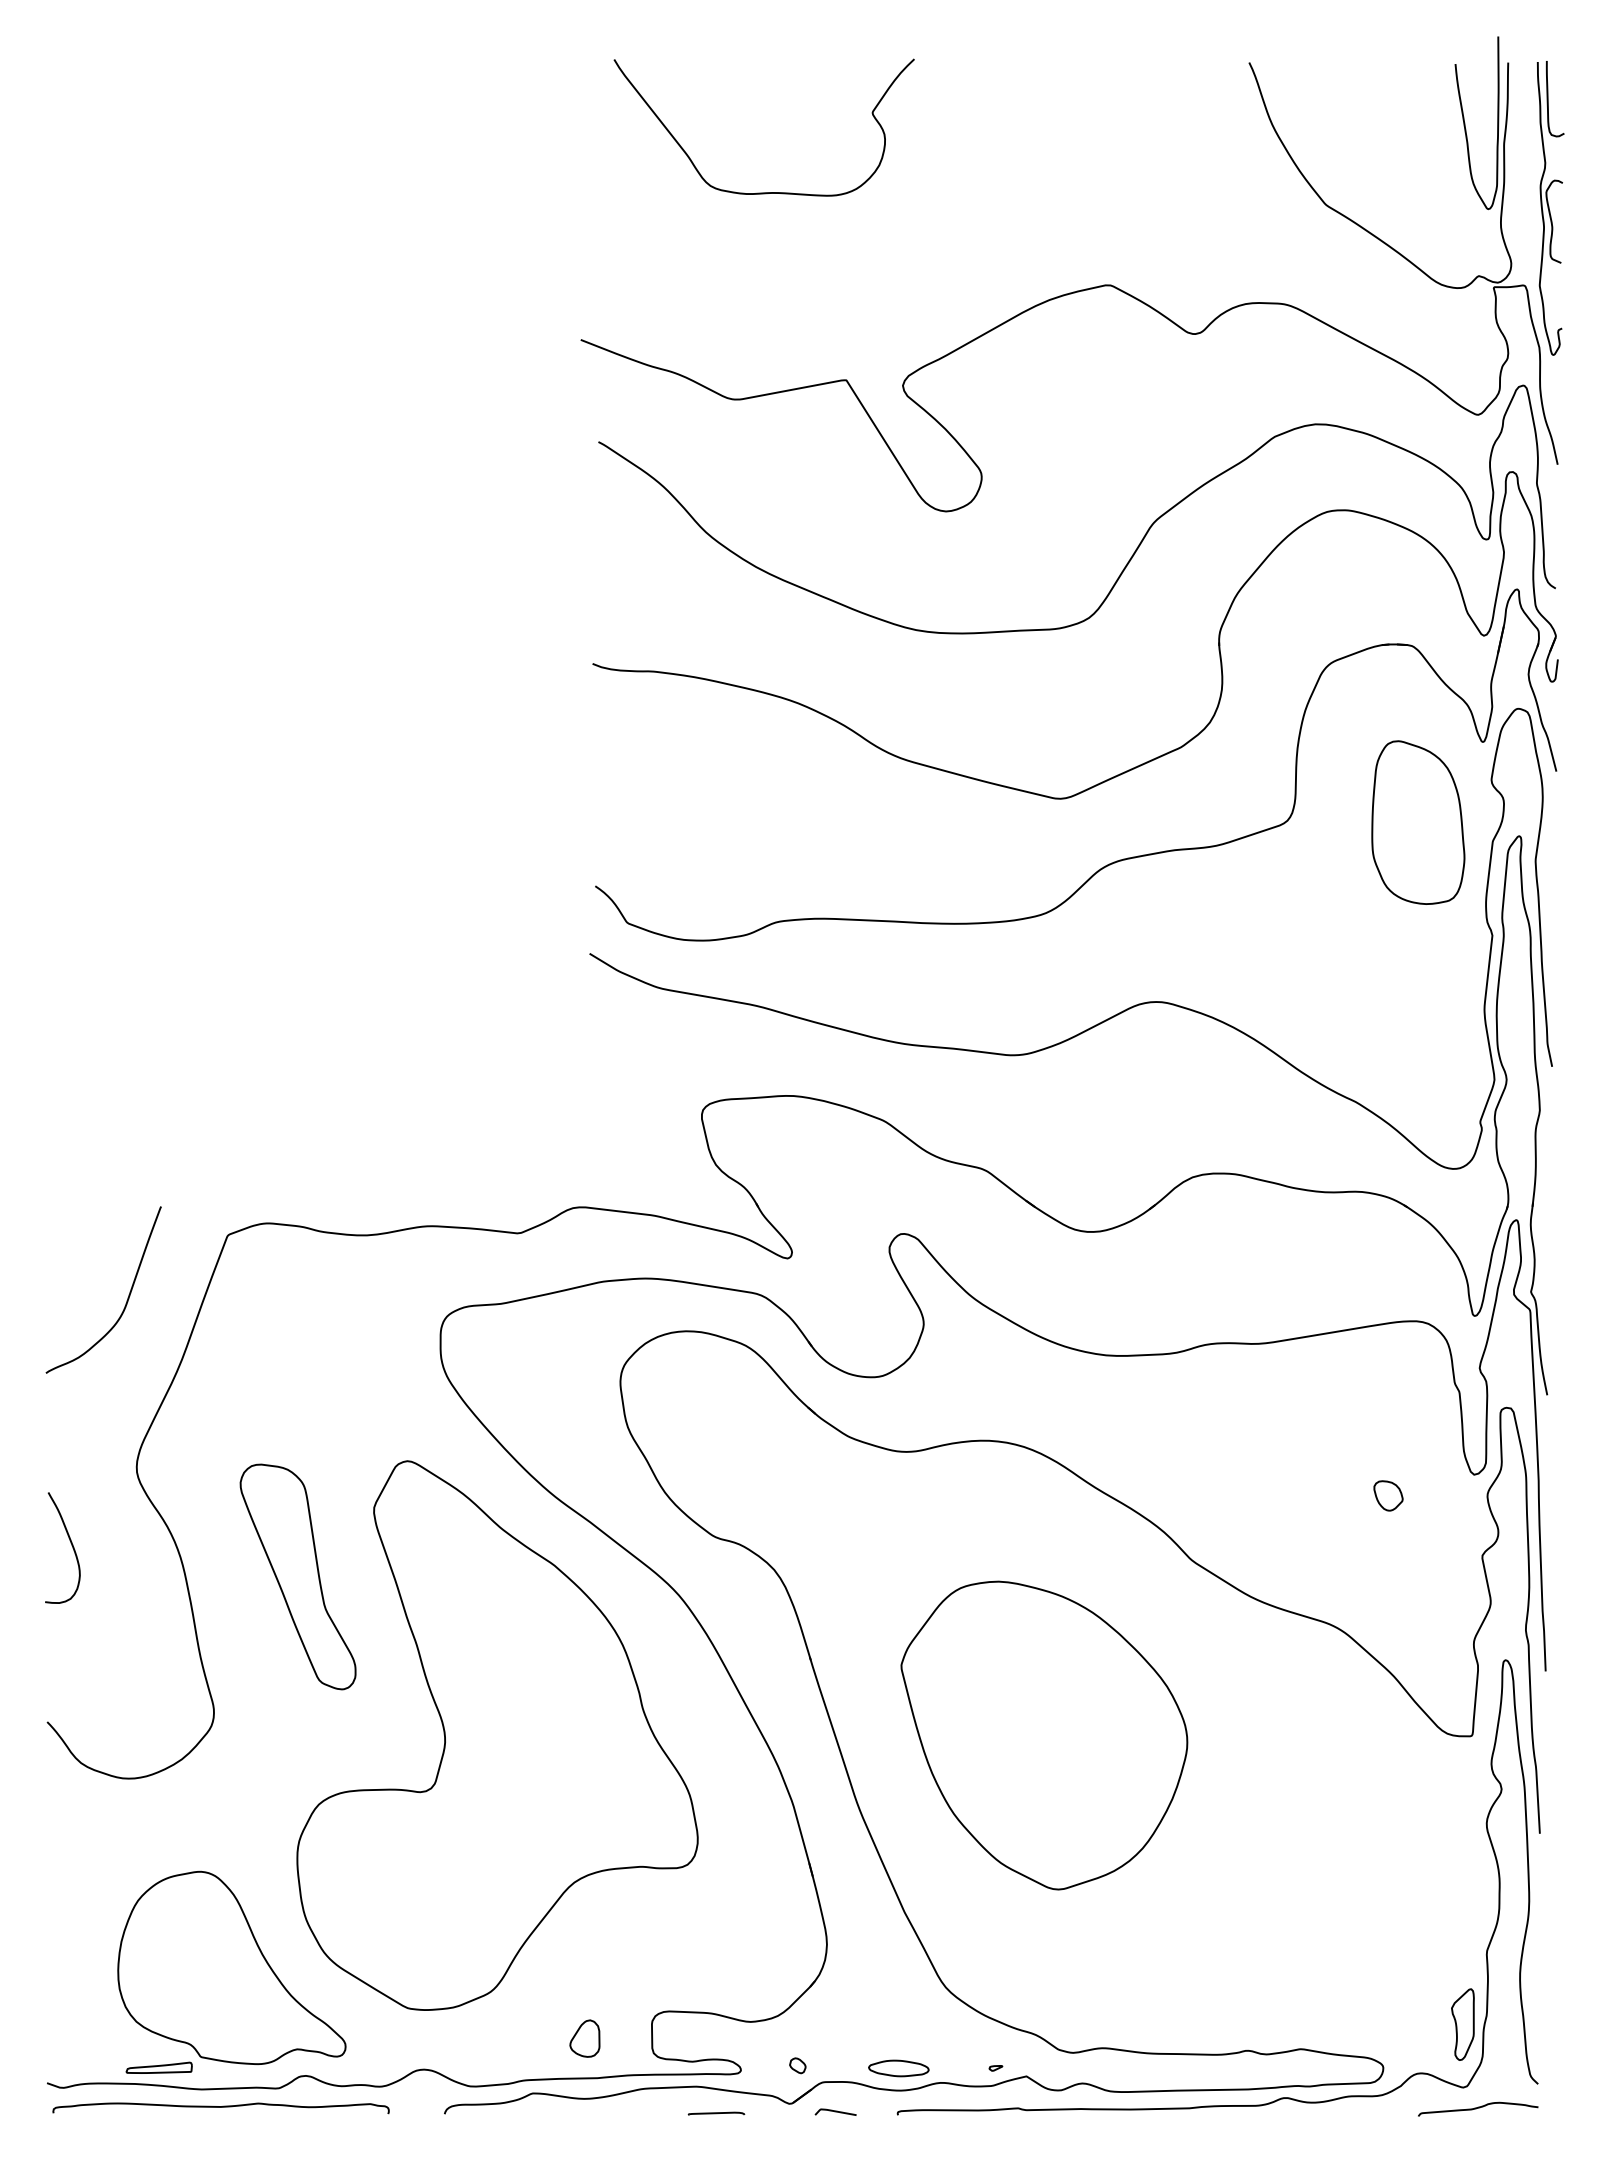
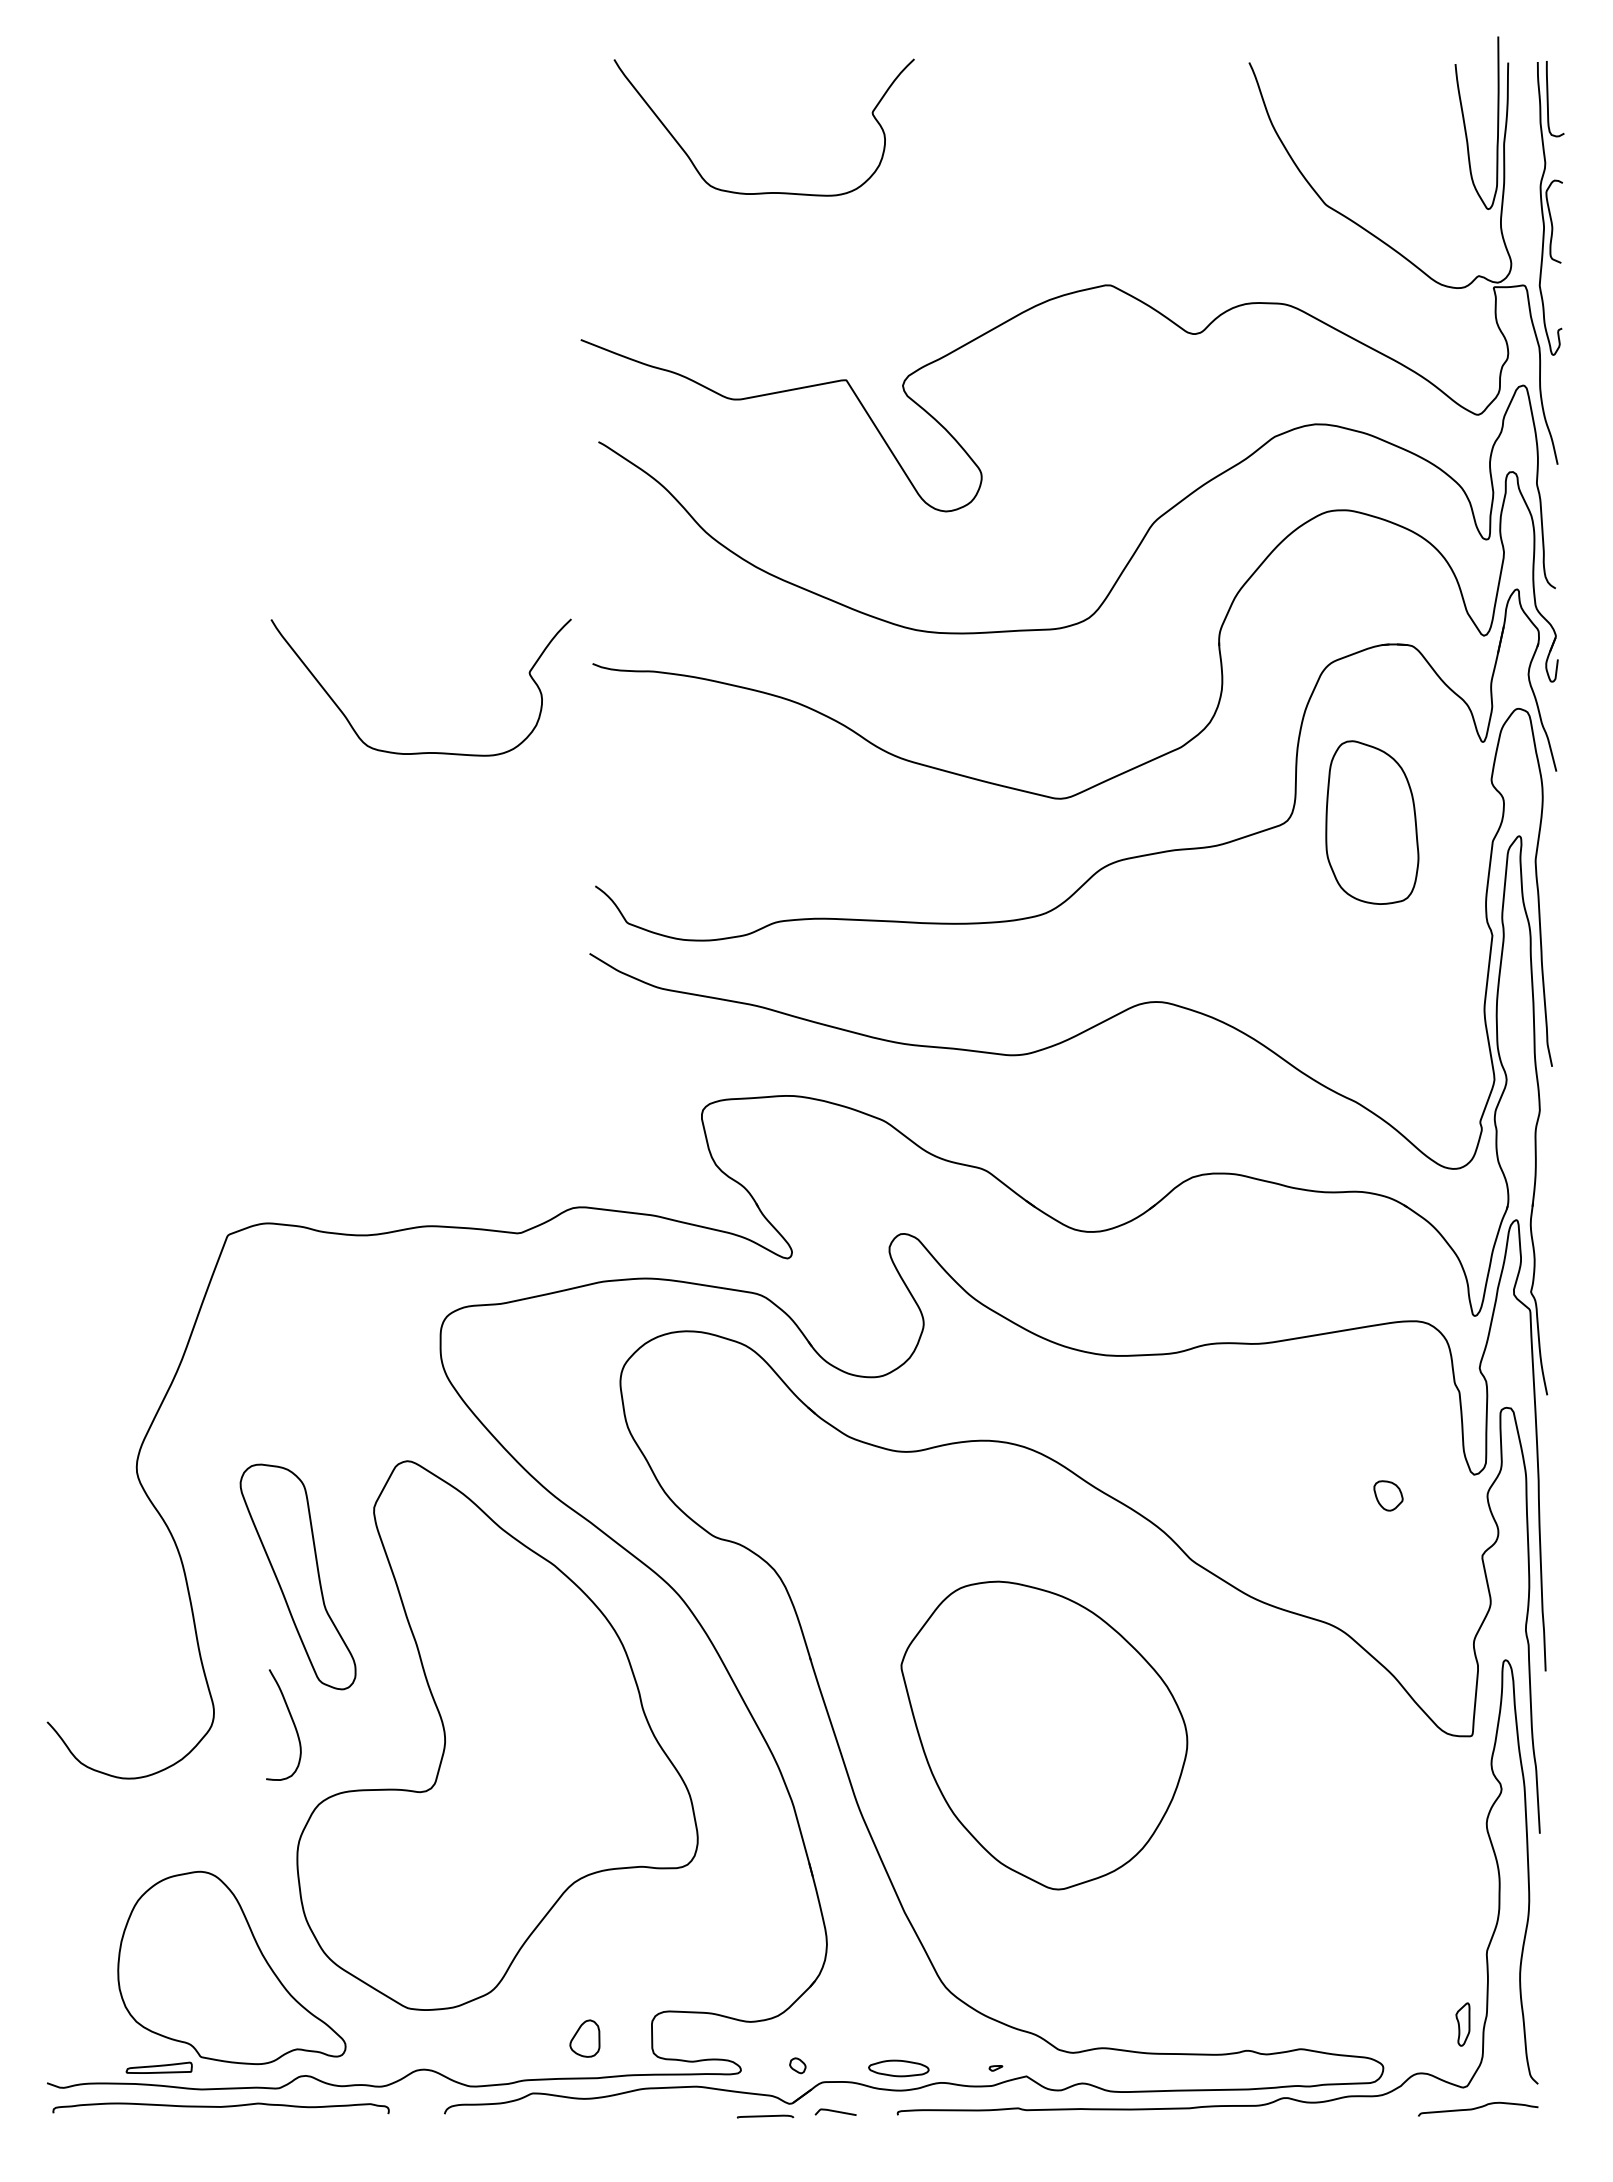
curve at (420, 752): none -> present
part at (1418, 822) position: (1418, 822) -> (1372, 822)
curve at (127, 1297): present -> none
curve at (70, 1543) position: (70, 1543) -> (291, 1720)
part at (1462, 2024) size: 24x73 px -> 16x45 px
curve at (716, 2113) position: (716, 2113) -> (765, 2116)
